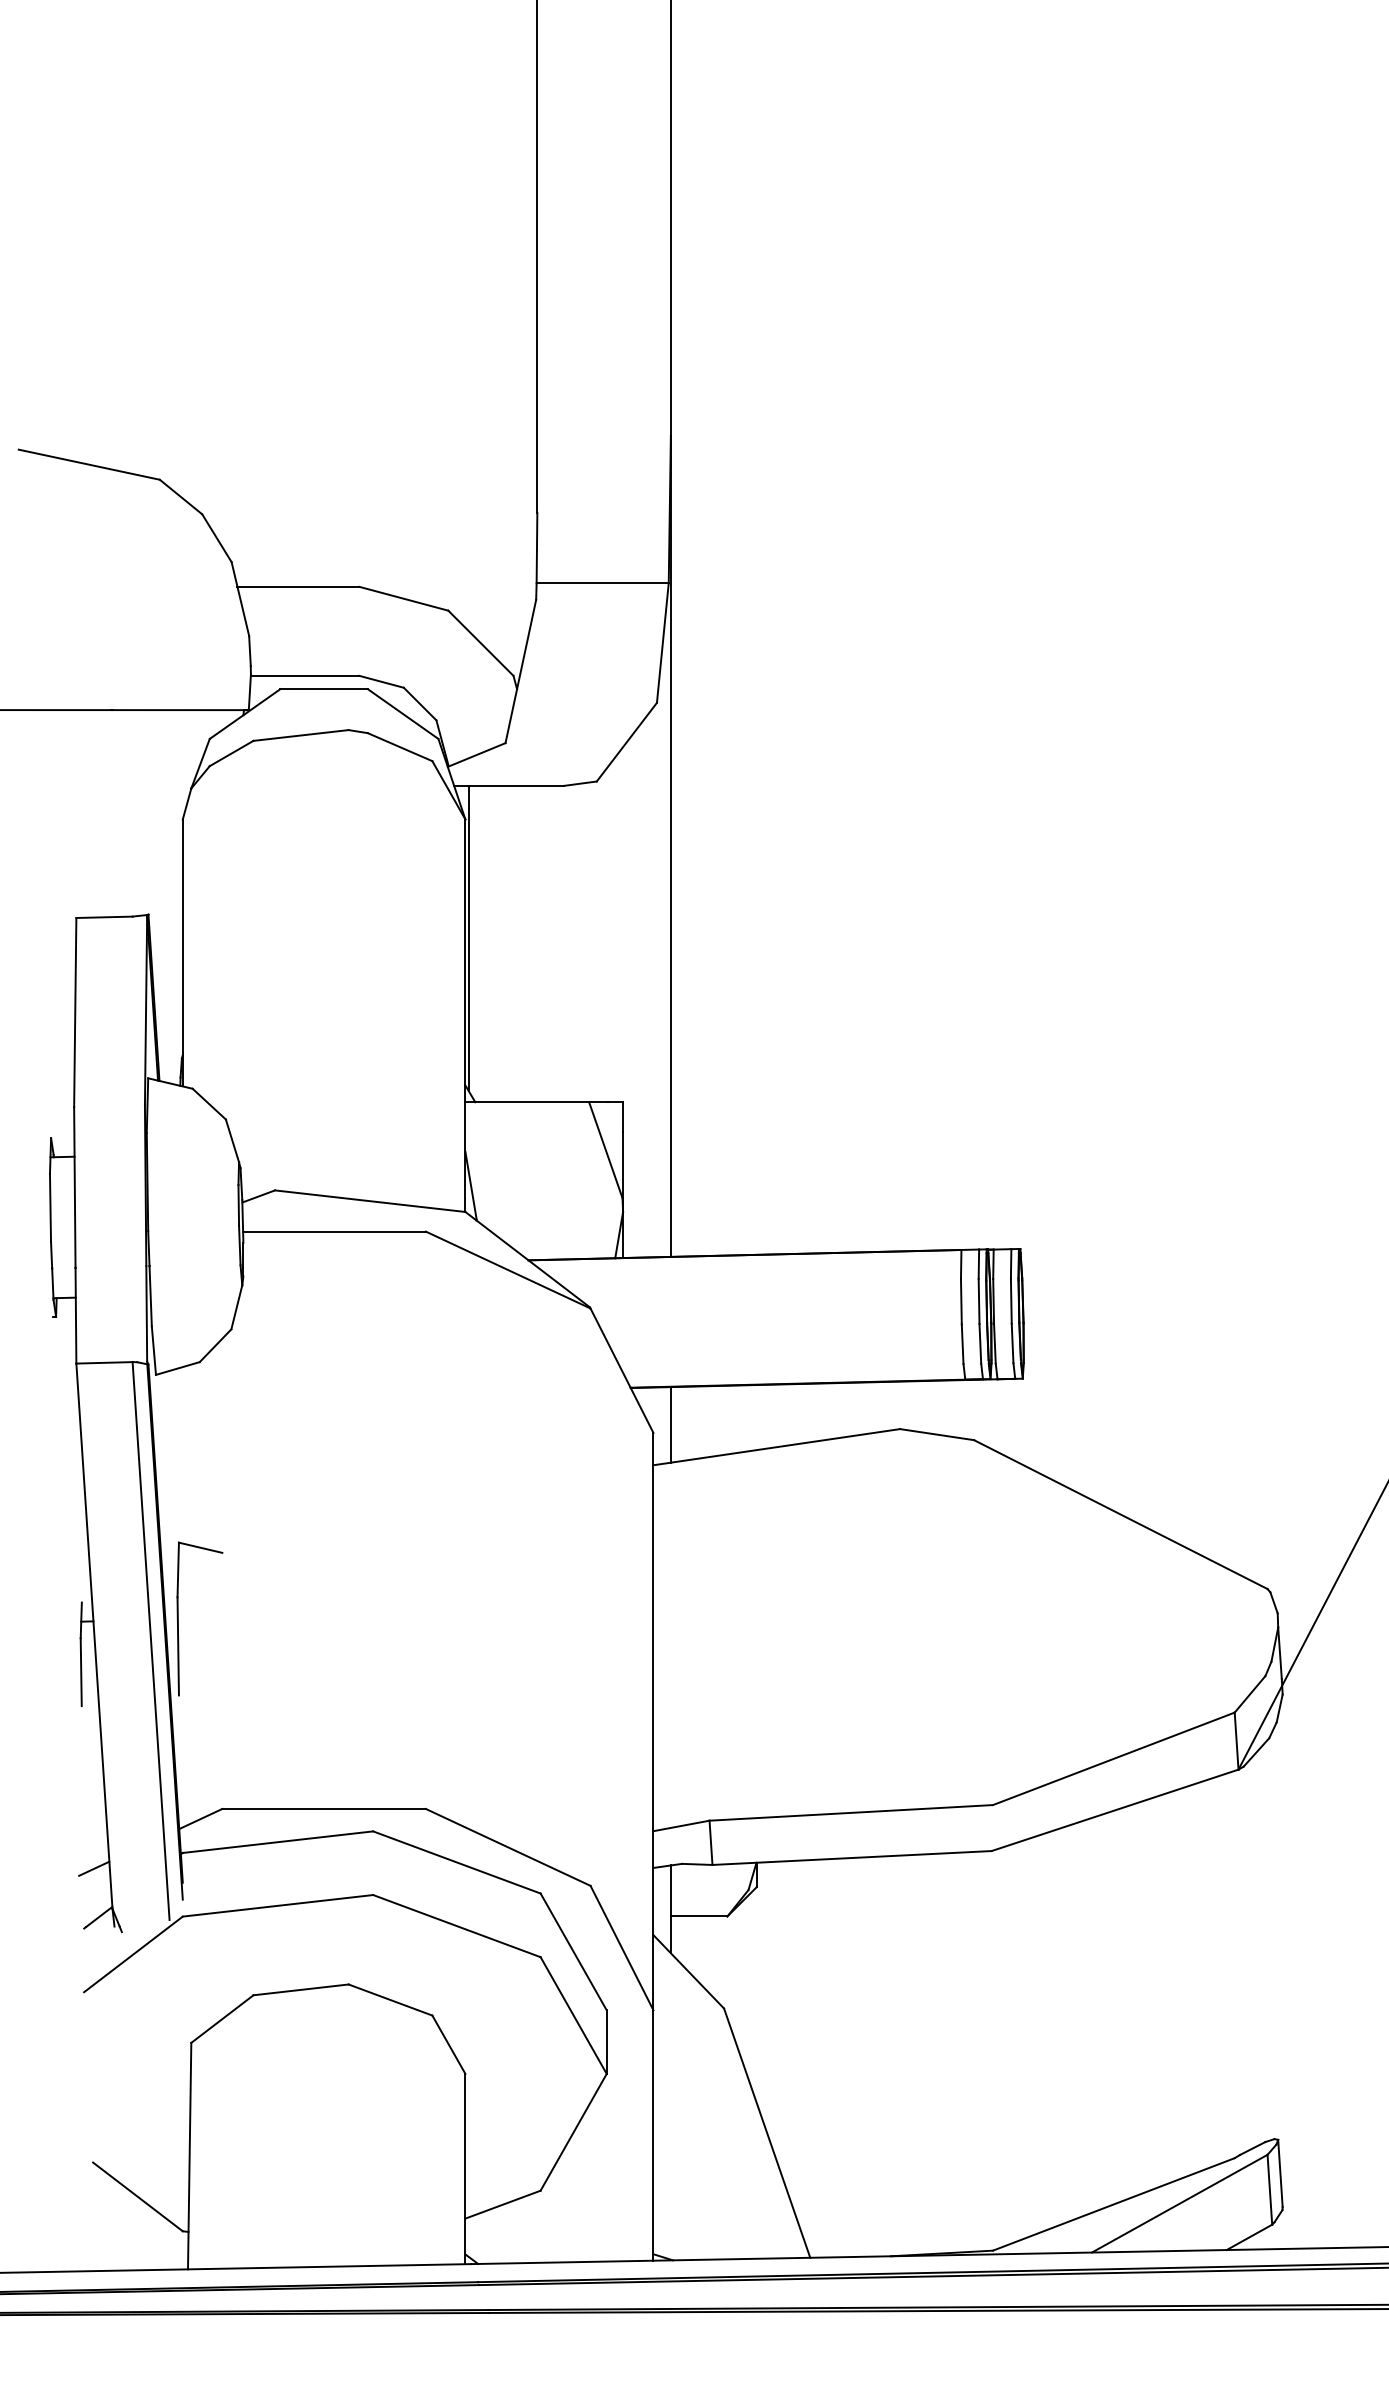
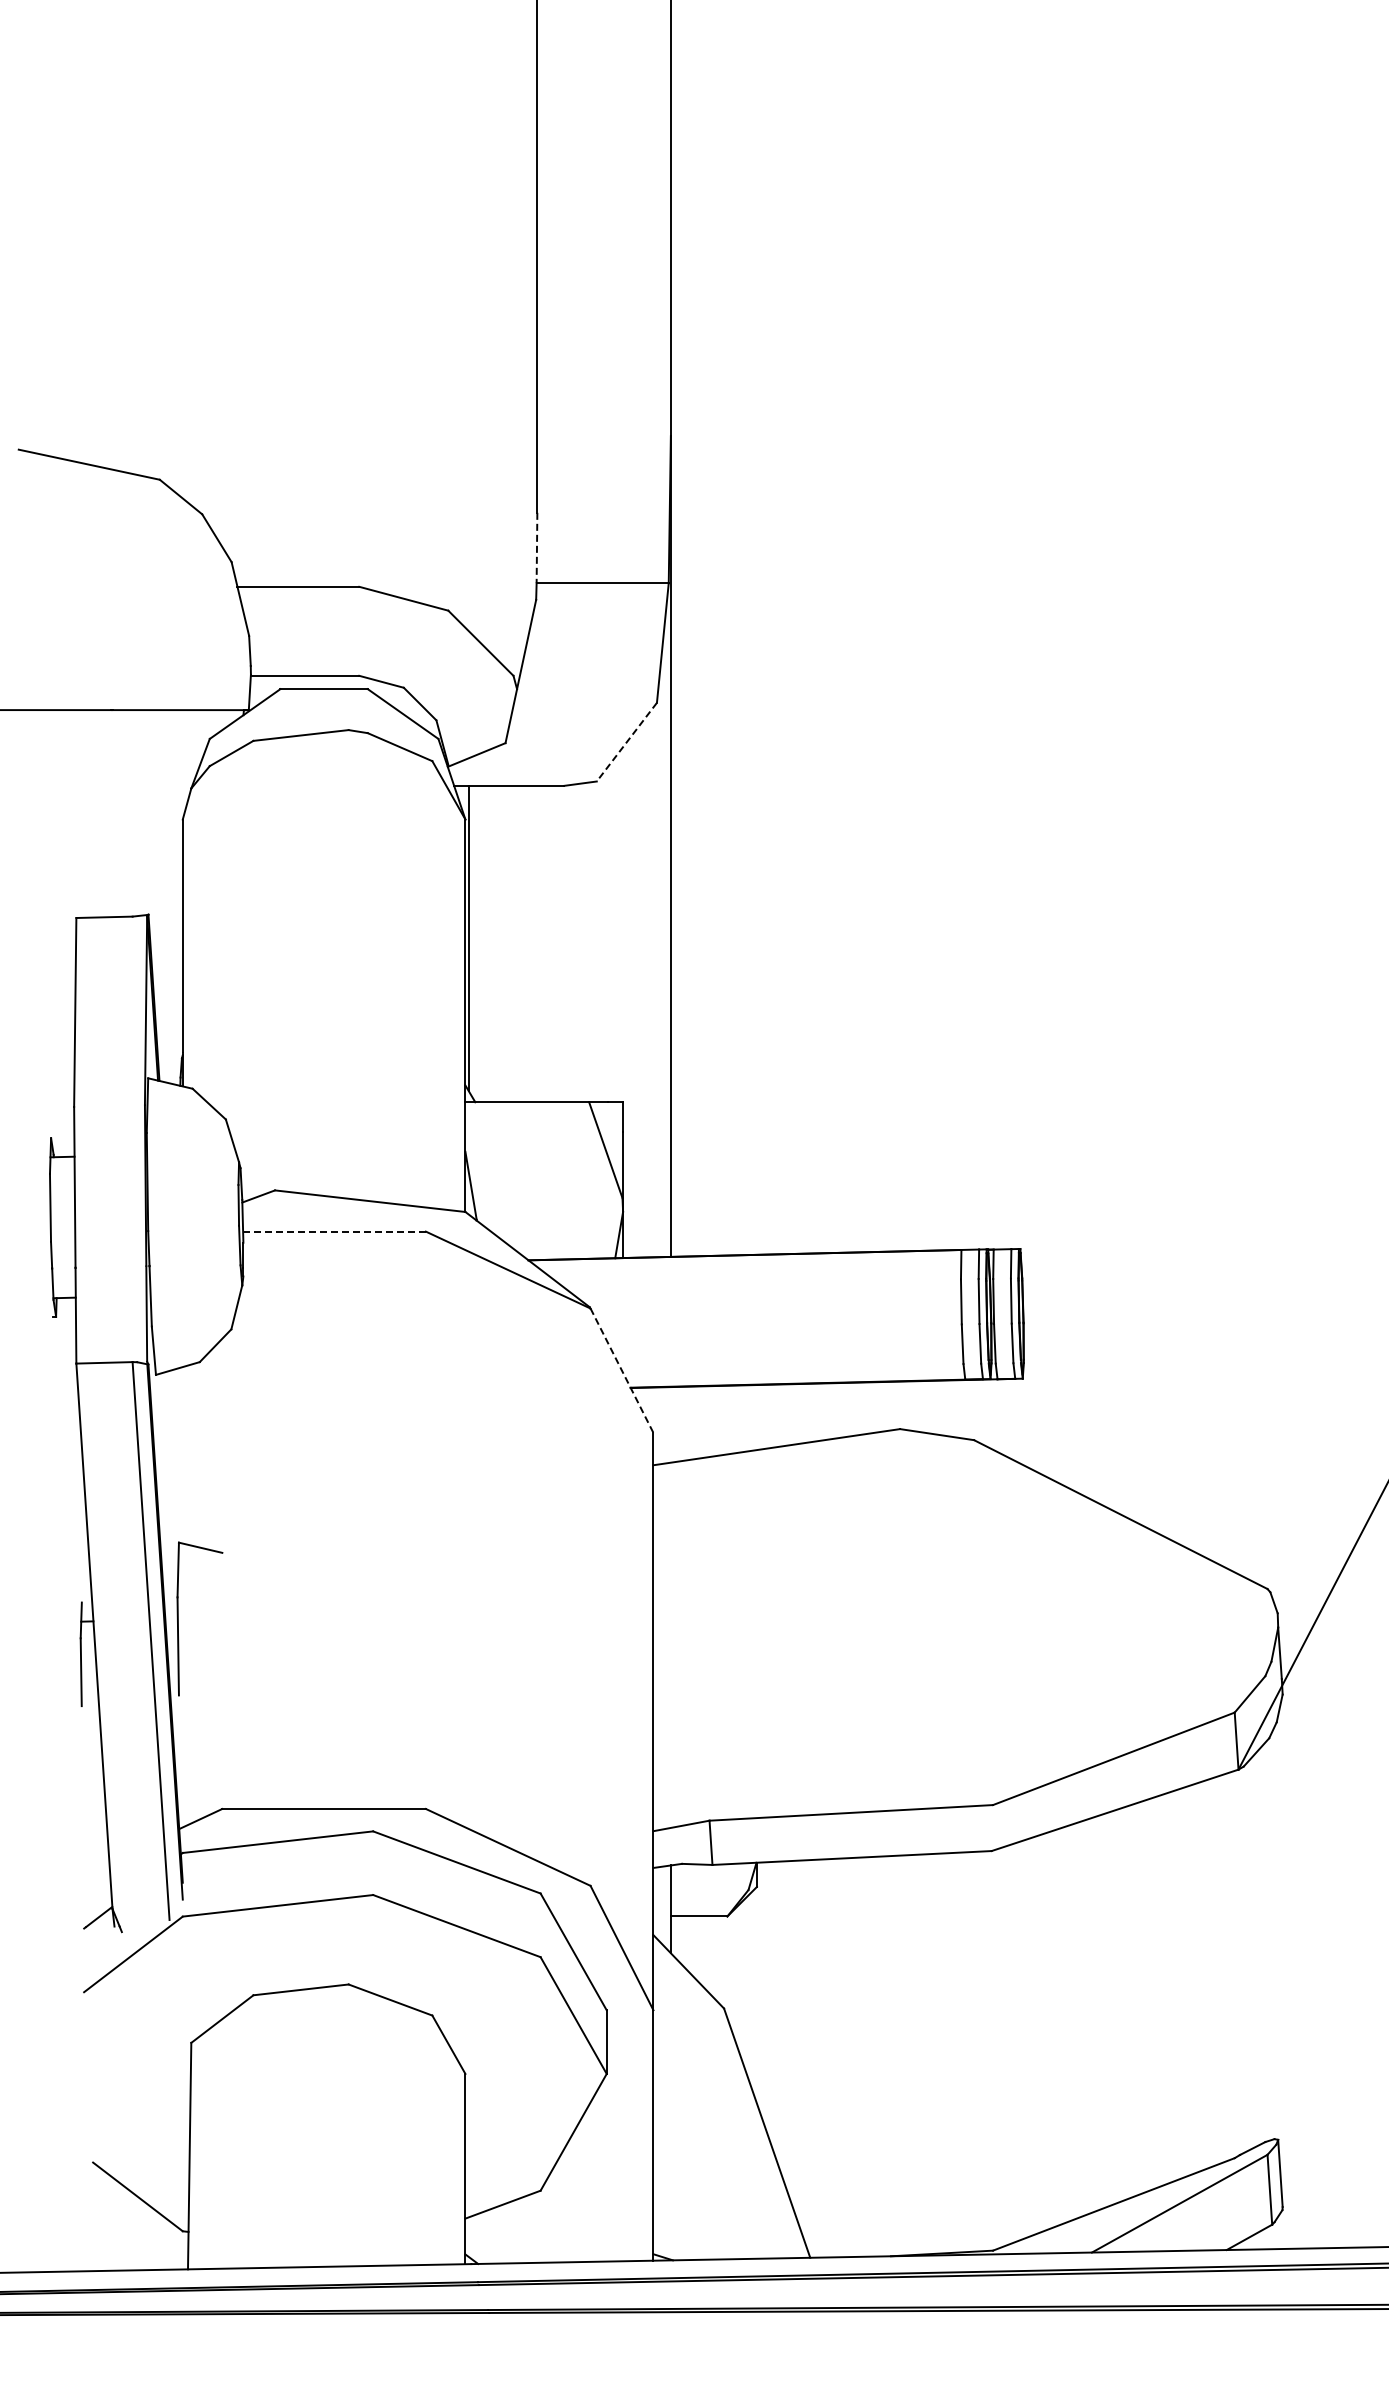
line at (536, 548): solid -> dashed
line at (626, 742): solid -> dashed
line at (335, 1231): solid -> dashed
line at (622, 1370): solid -> dashed
line at (670, 1424): present -> none
line at (94, 1868): present -> none
